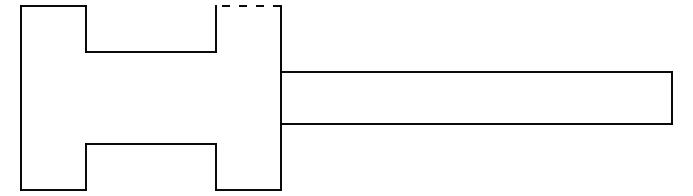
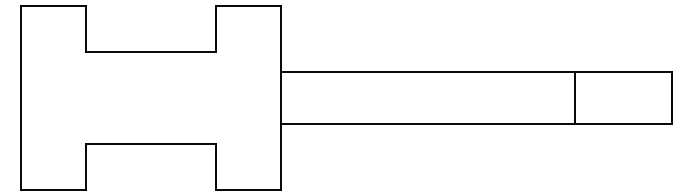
line at (248, 5): dashed -> solid
line at (574, 97): none -> present
